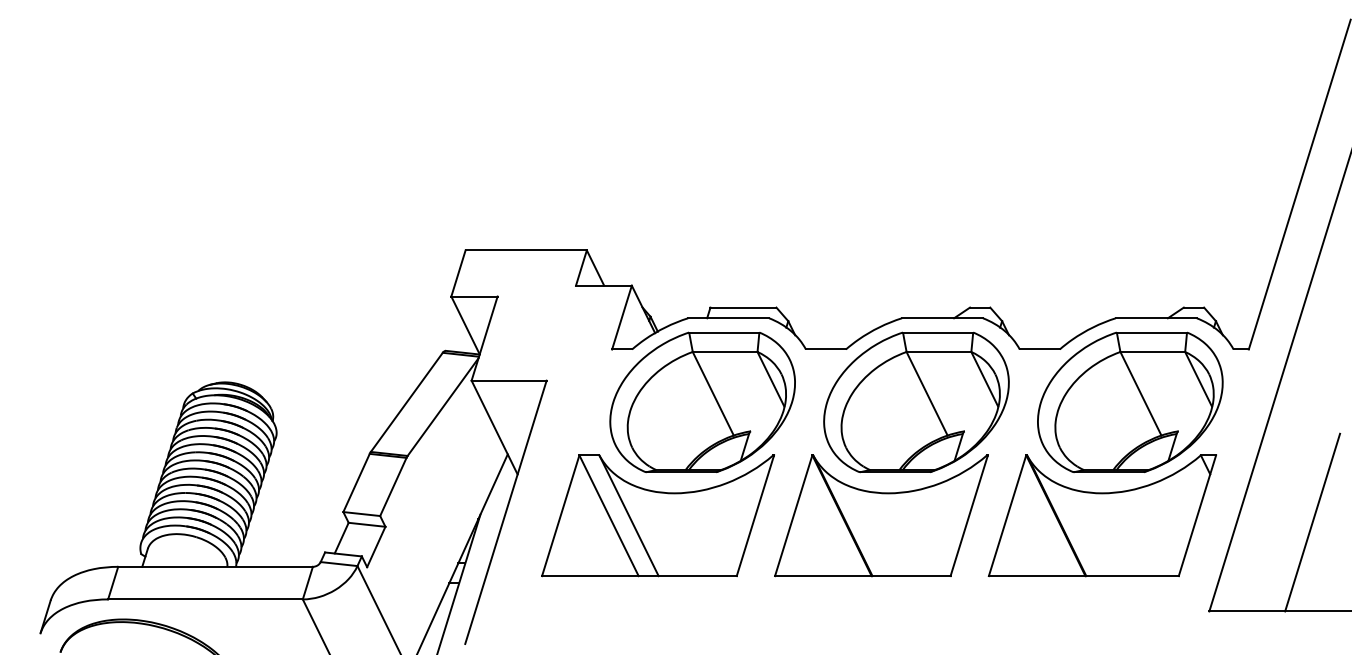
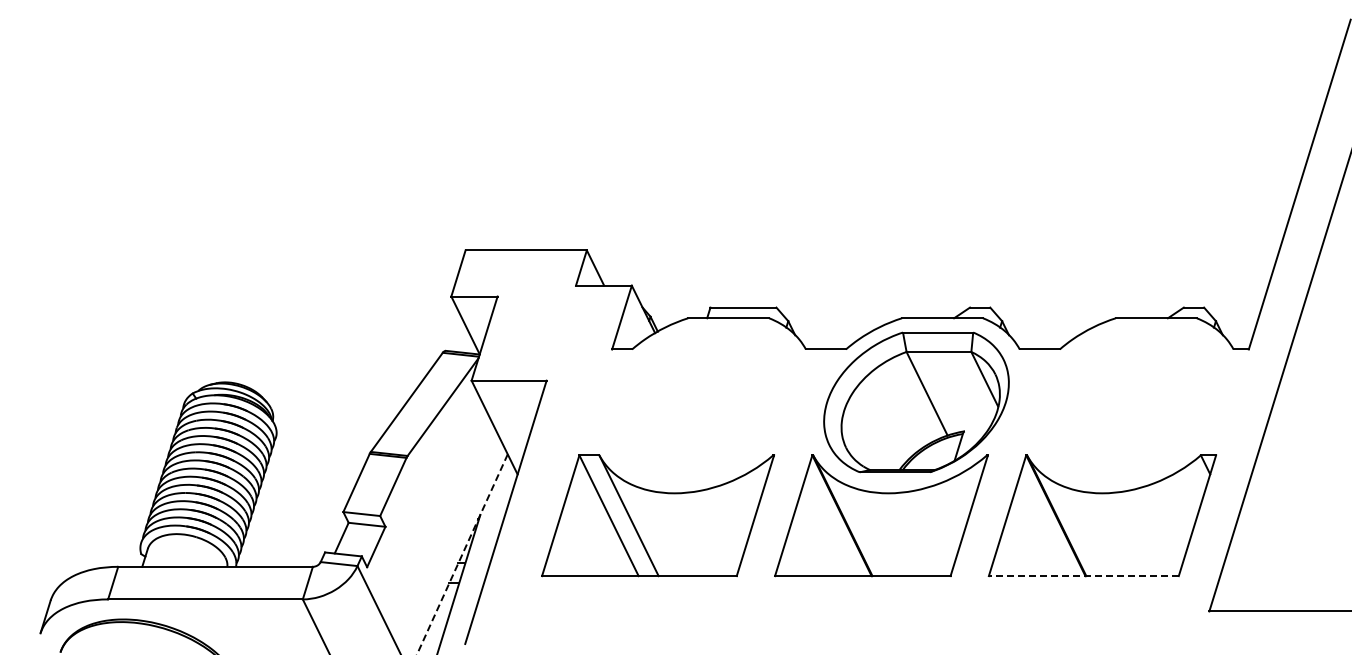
part at (1130, 401): present -> none
part at (702, 402): present -> none
line at (1312, 522): present -> none
line at (462, 554): solid -> dashed
line at (1083, 576): solid -> dashed
